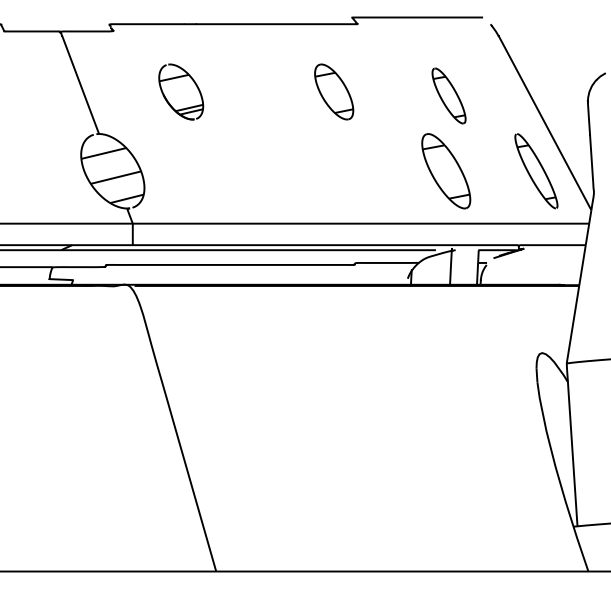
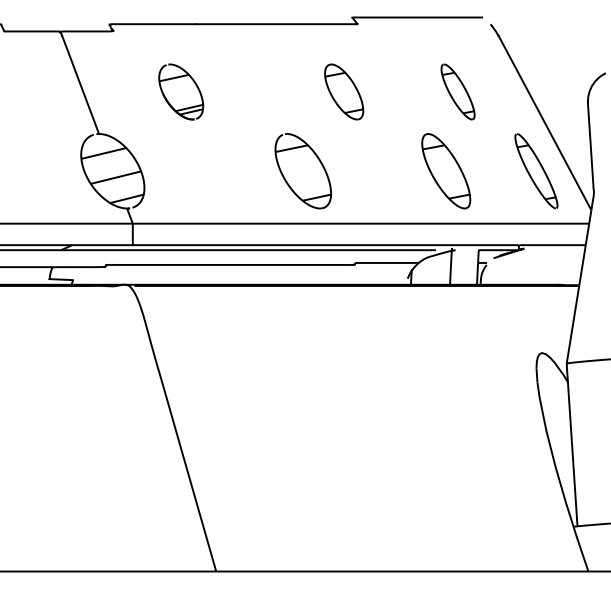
part at (334, 91) position: (334, 91) -> (344, 91)
part at (448, 95) position: (448, 95) -> (457, 91)
part at (302, 171): none -> present
